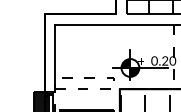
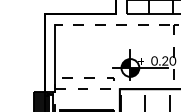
line at (118, 24): solid -> dashed
